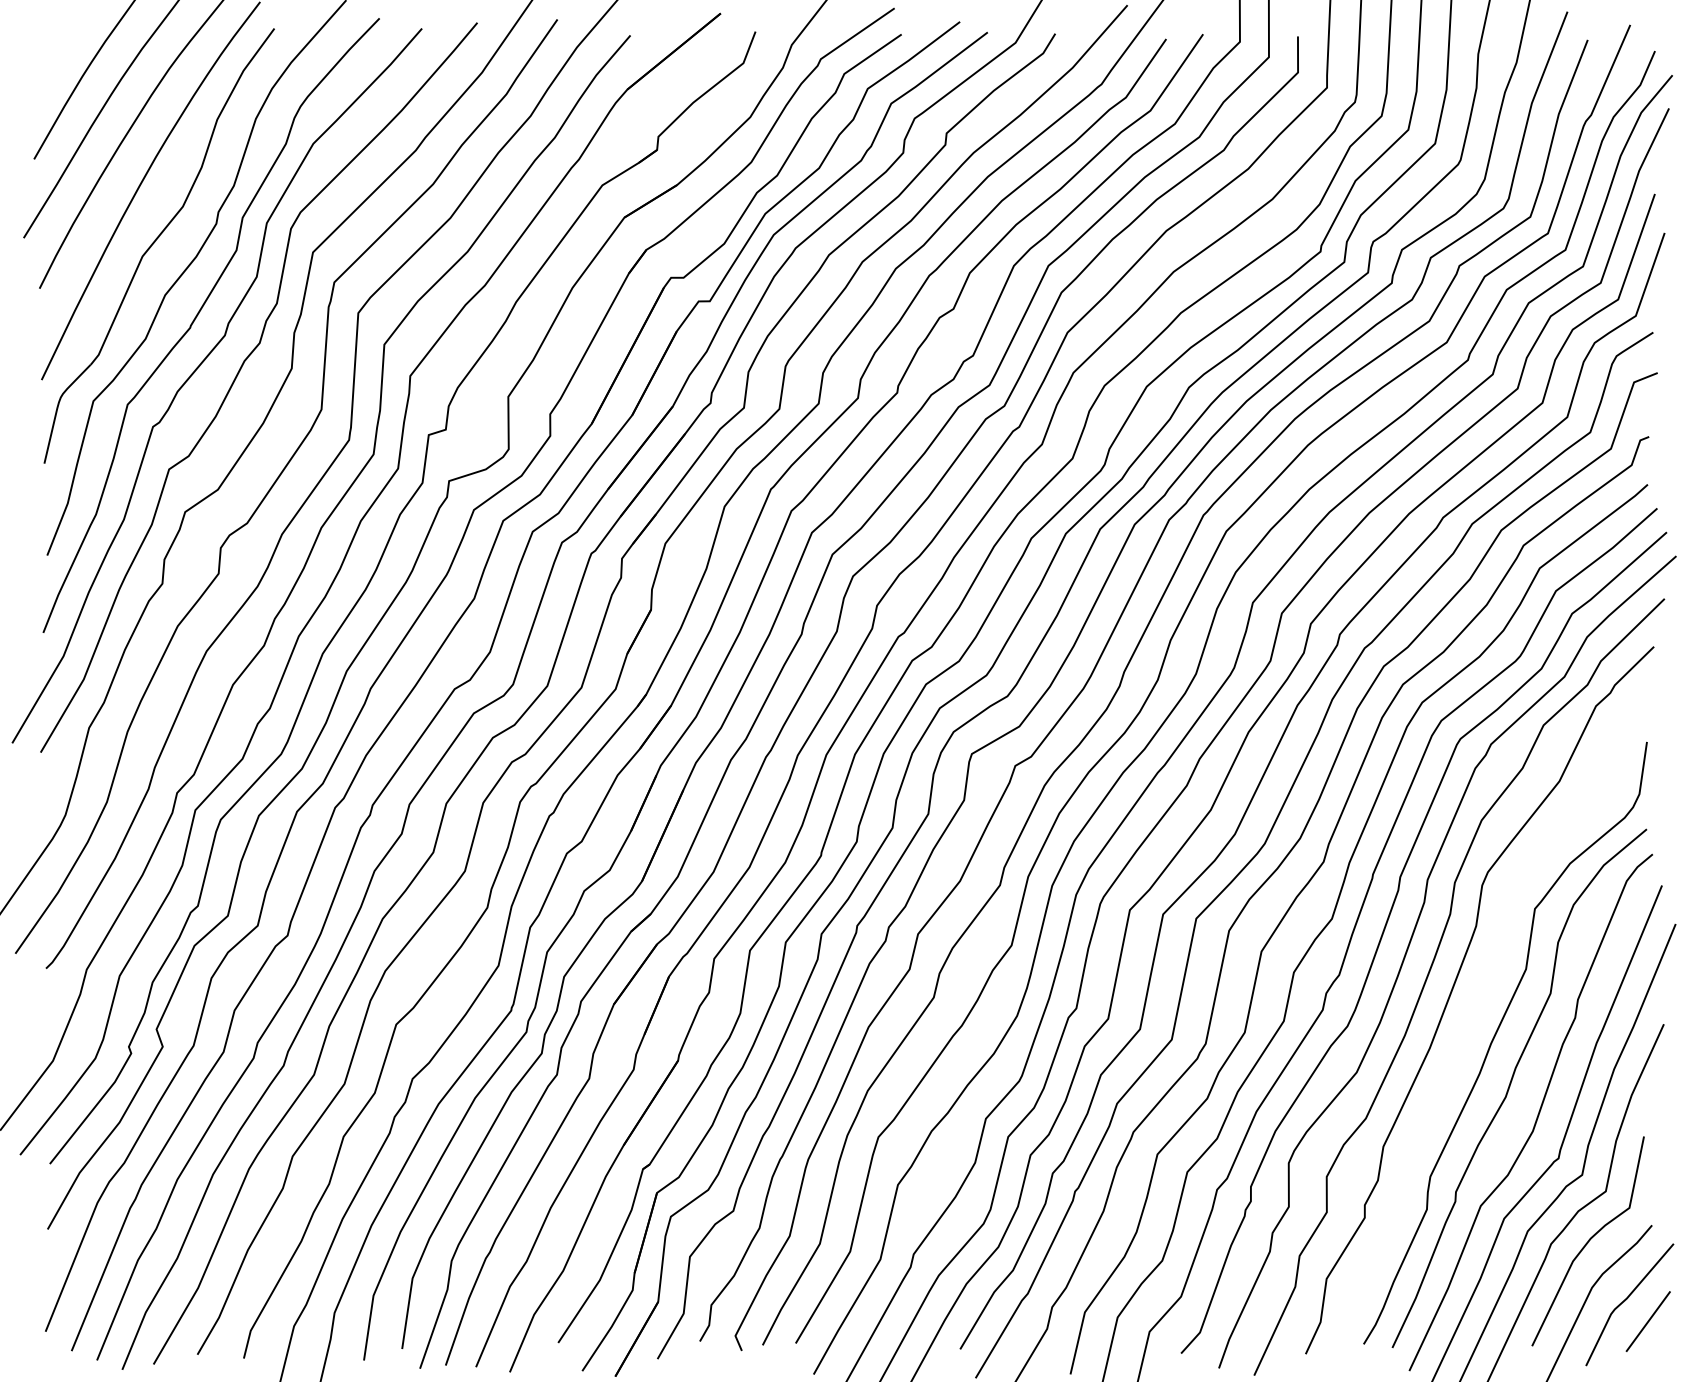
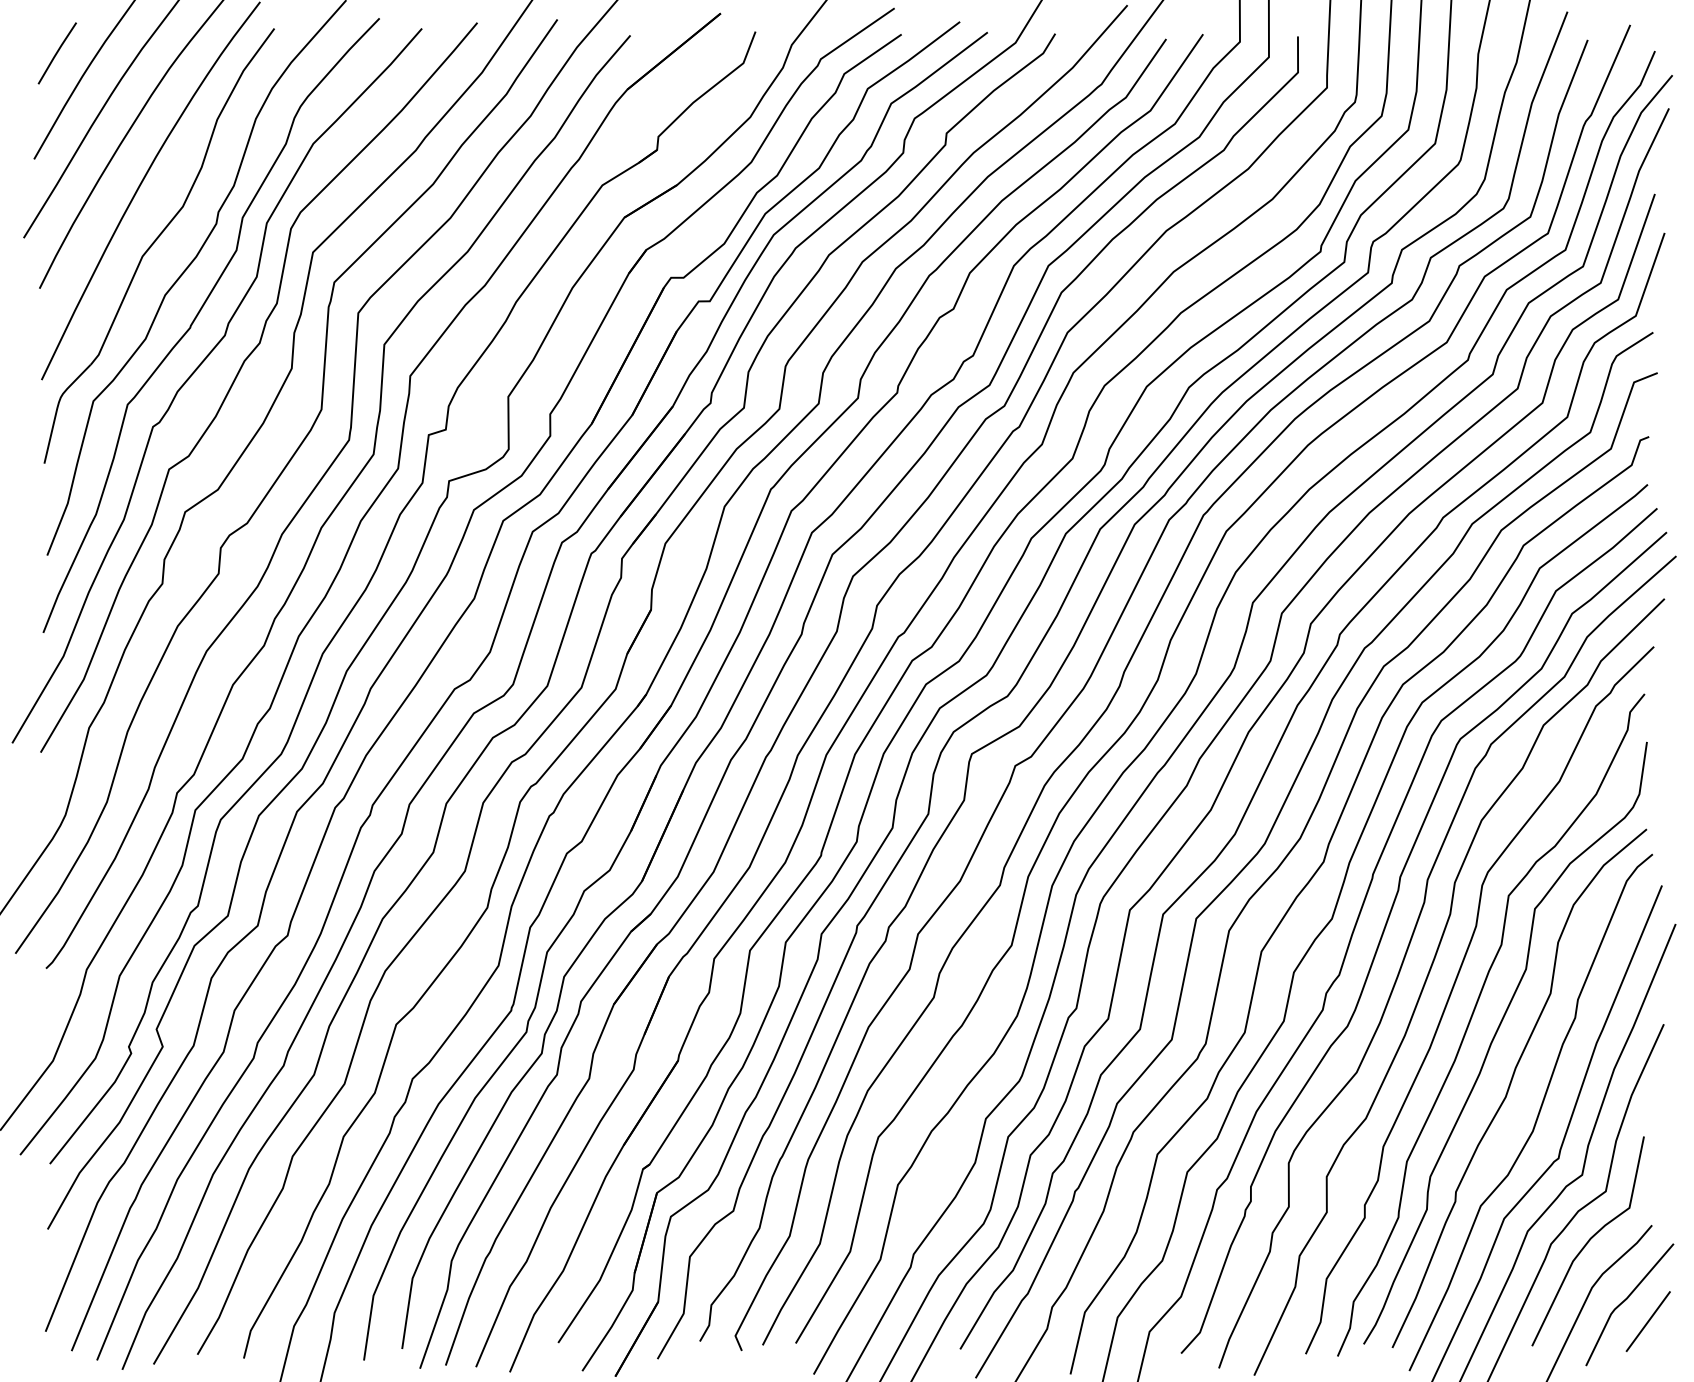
line at (56, 53): none -> present
curve at (1473, 1015): none -> present
